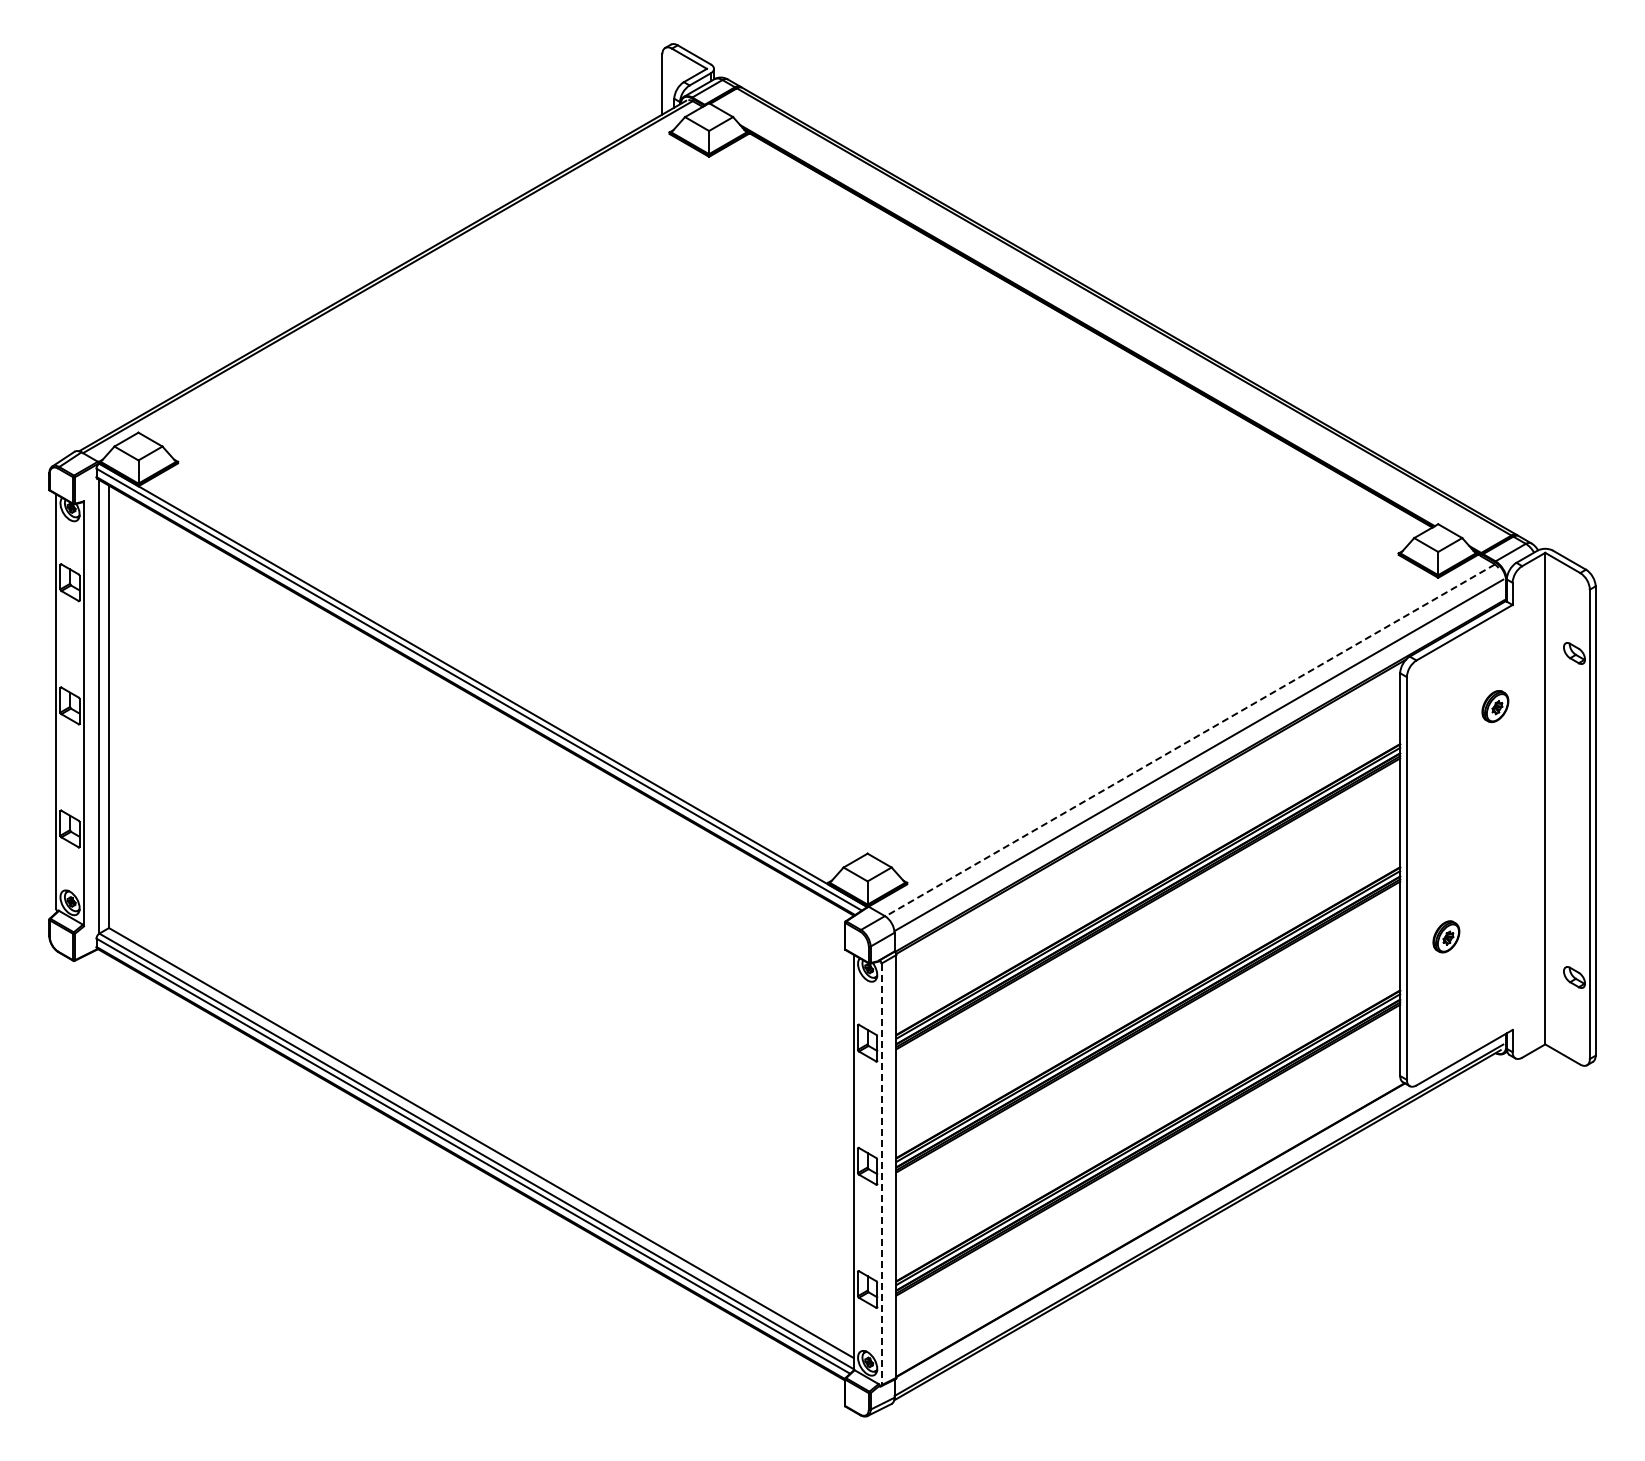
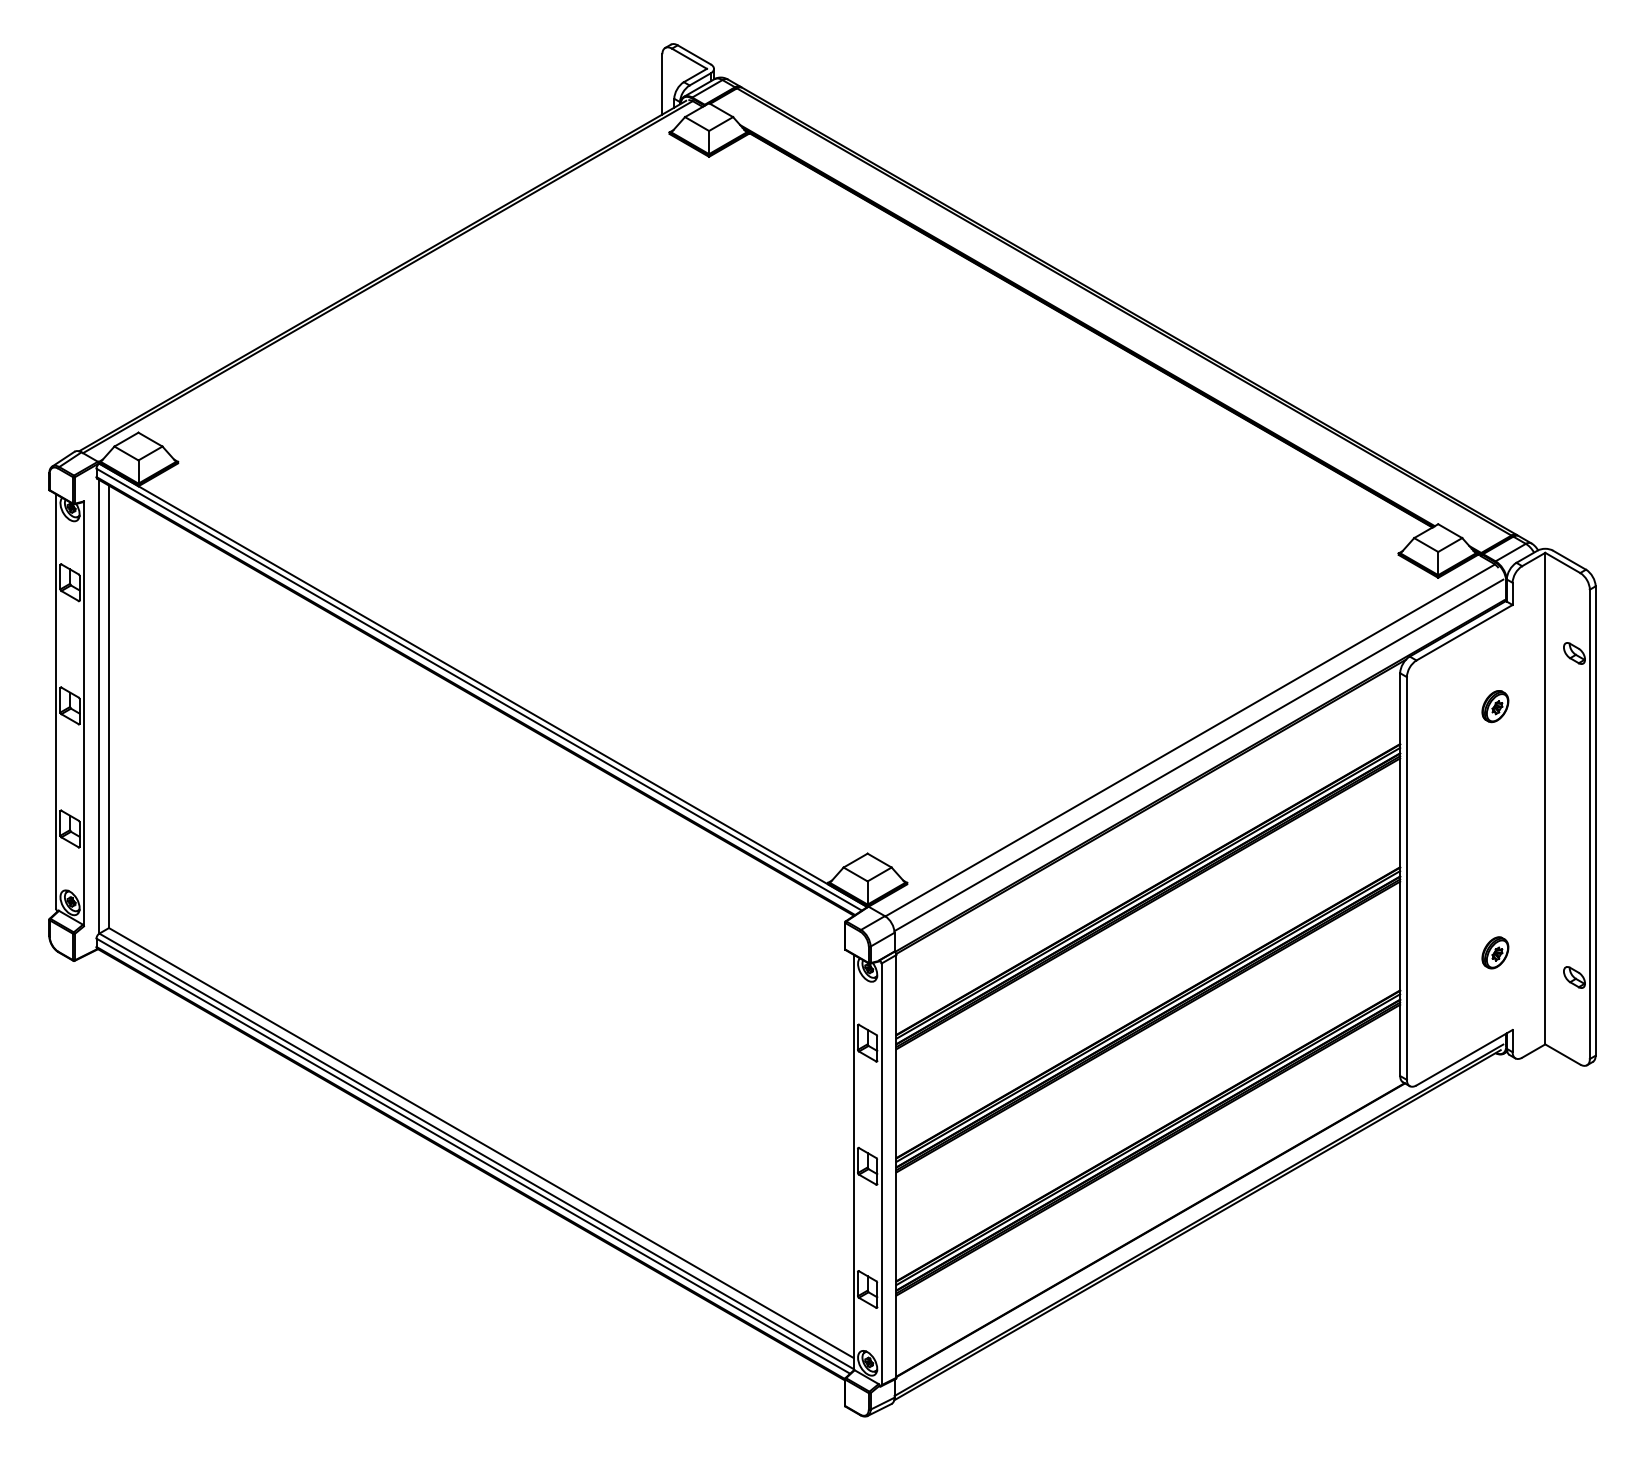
line at (1190, 740): dashed -> solid
part at (1446, 936) position: (1446, 936) -> (1495, 952)
line at (881, 1174): dashed -> solid
